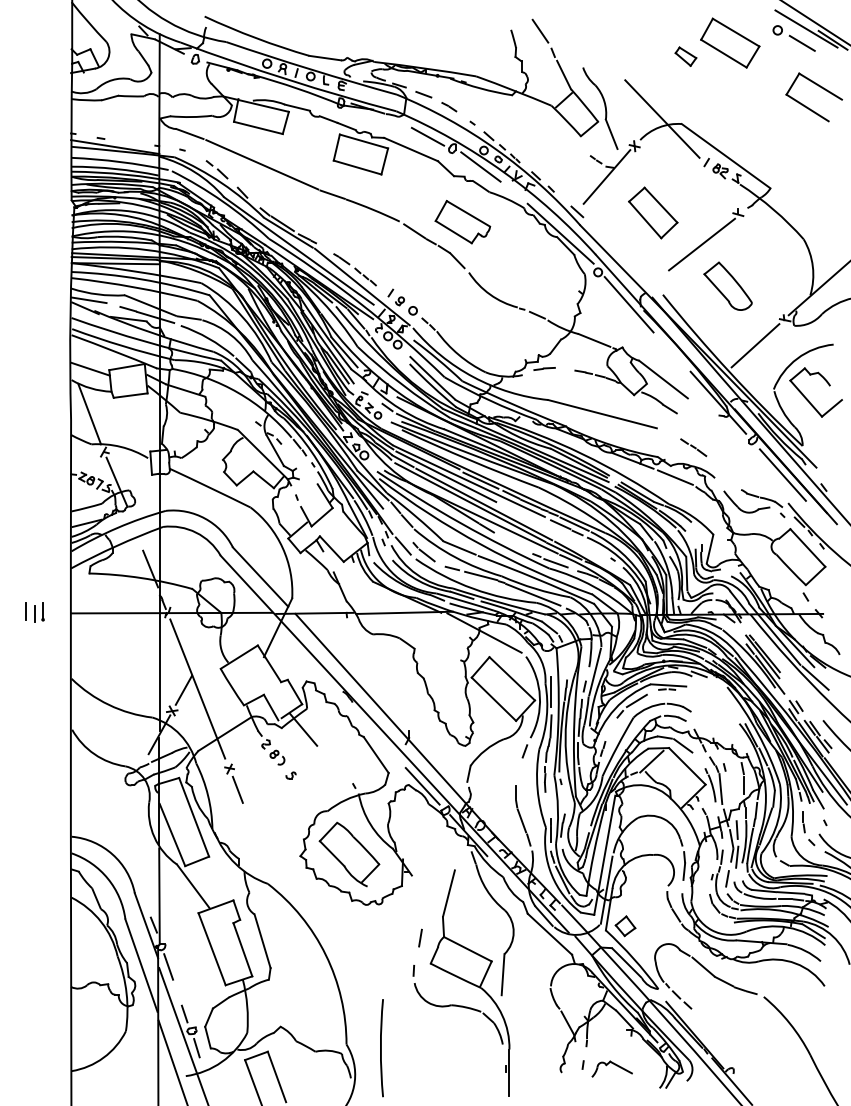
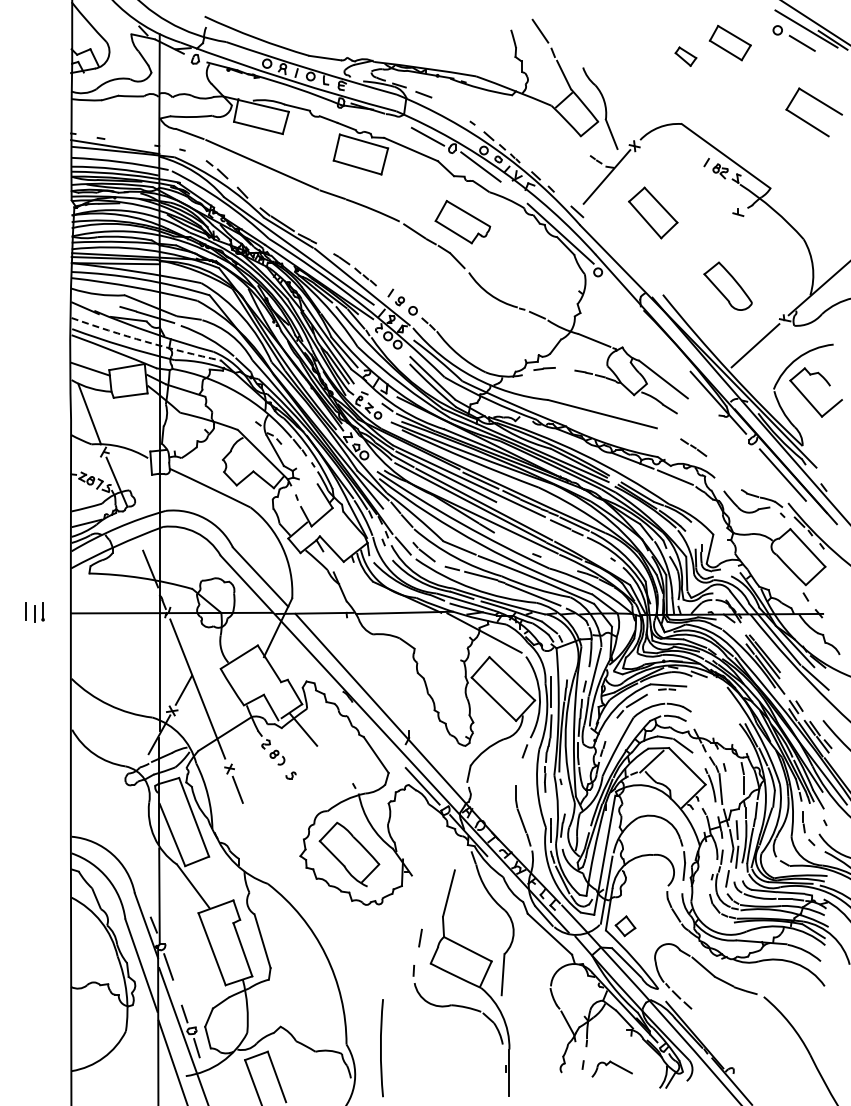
part at (730, 42) size: 61x52 px -> 44x38 px
part at (807, 106) position: (807, 106) -> (807, 121)
line at (449, 107): present -> none
line at (662, 118): present -> none
line at (702, 244): present -> none
line at (88, 300): present -> none
line at (628, 304): present -> none
arc at (145, 341): solid -> dashed
line at (555, 563): present -> none
